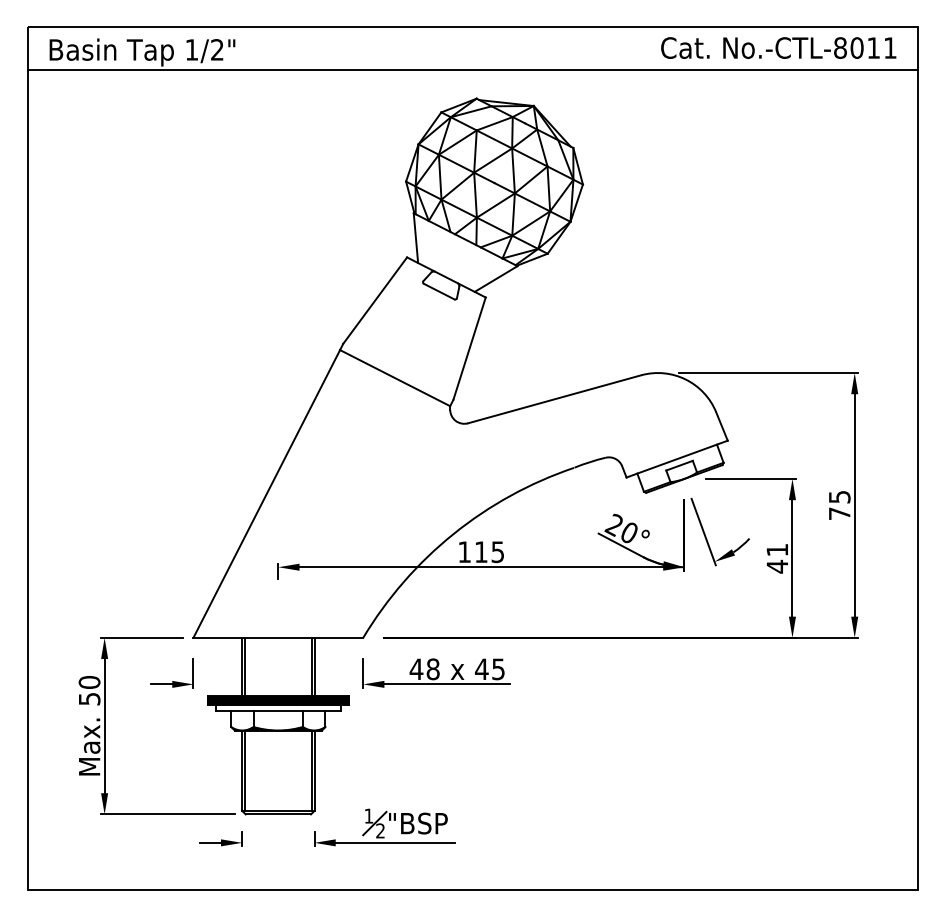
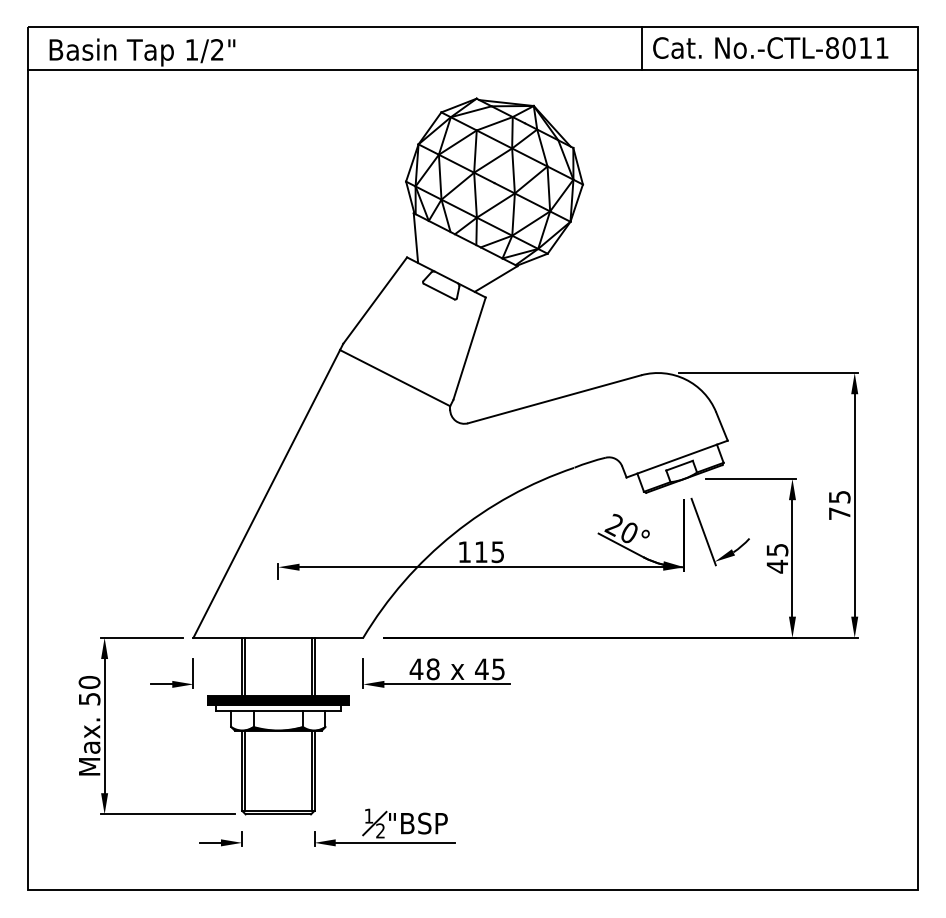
text at (778, 47) position: (778, 47) -> (770, 47)
line at (642, 48): none -> present
text at (777, 550): 41 -> 45
